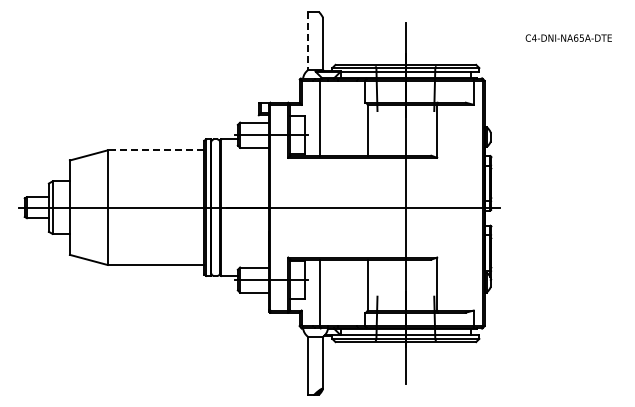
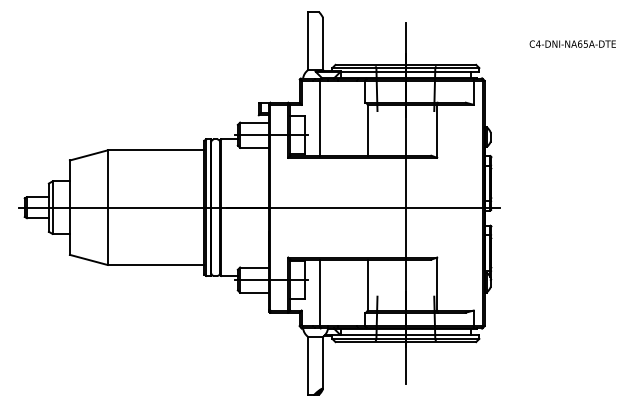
text at (568, 37) position: (568, 37) -> (572, 43)
line at (308, 41): dashed -> solid
line at (155, 150): dashed -> solid
